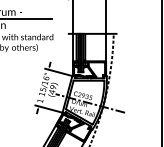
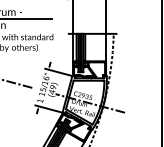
line at (17, 83): none -> present
